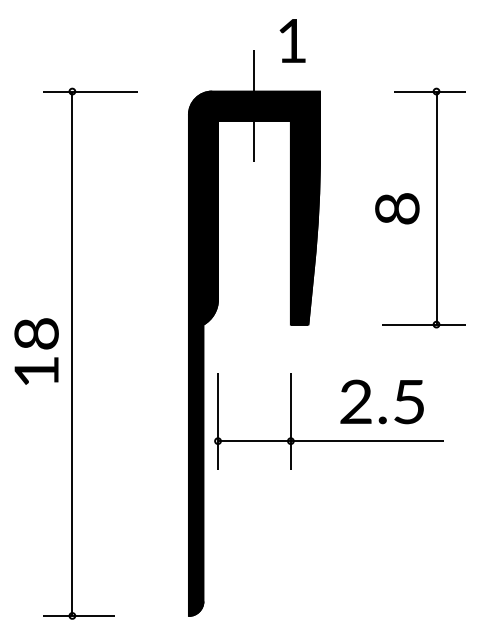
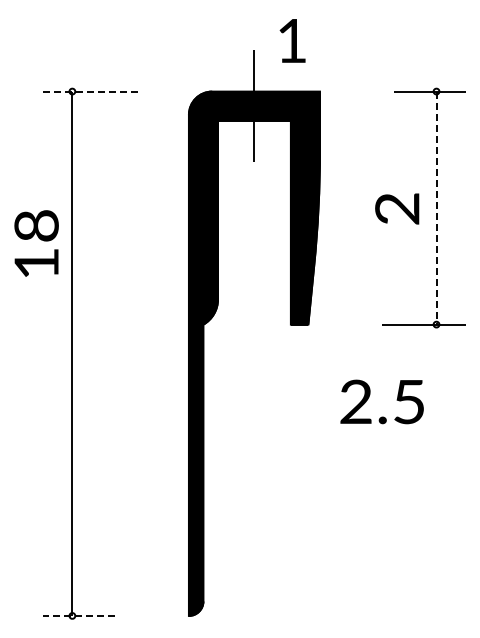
line at (90, 91): solid -> dashed
text at (397, 208): 8 -> 2
line at (436, 208): solid -> dashed
text at (36, 351) position: (36, 351) -> (36, 243)
part at (328, 440): present -> none
line at (79, 615): solid -> dashed
